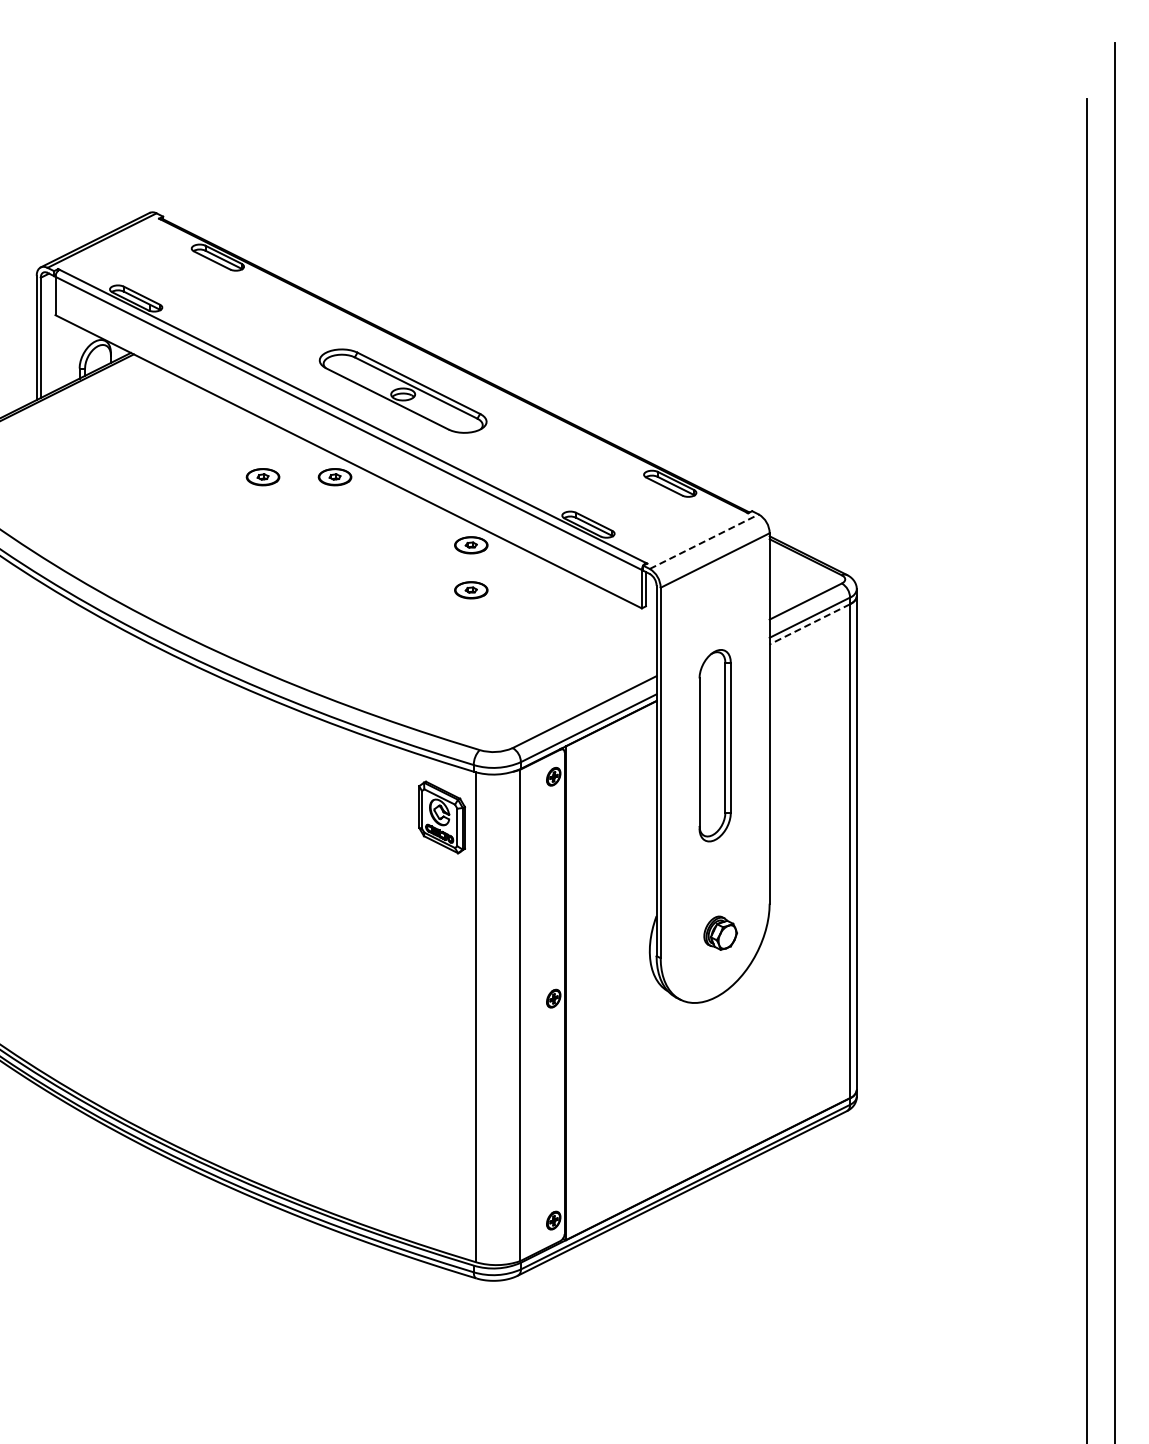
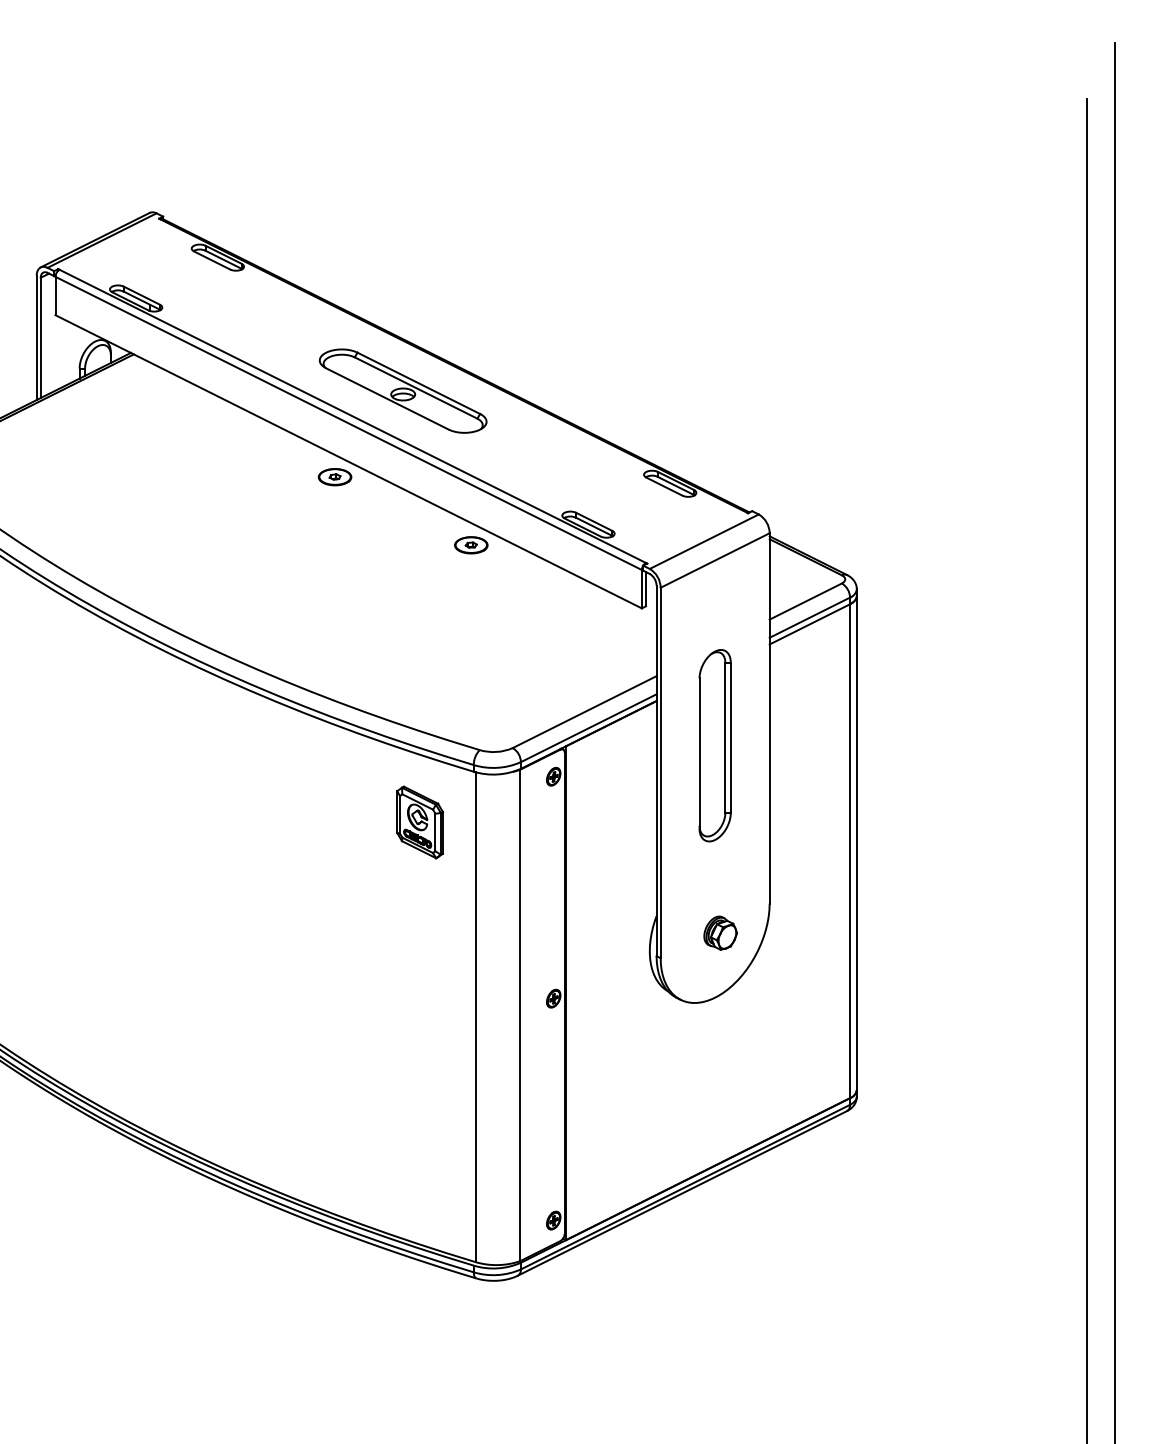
part at (262, 477): present -> none
line at (704, 541): dashed -> solid
part at (471, 590): present -> none
line at (809, 624): dashed -> solid
part at (441, 817) position: (441, 817) -> (419, 822)
